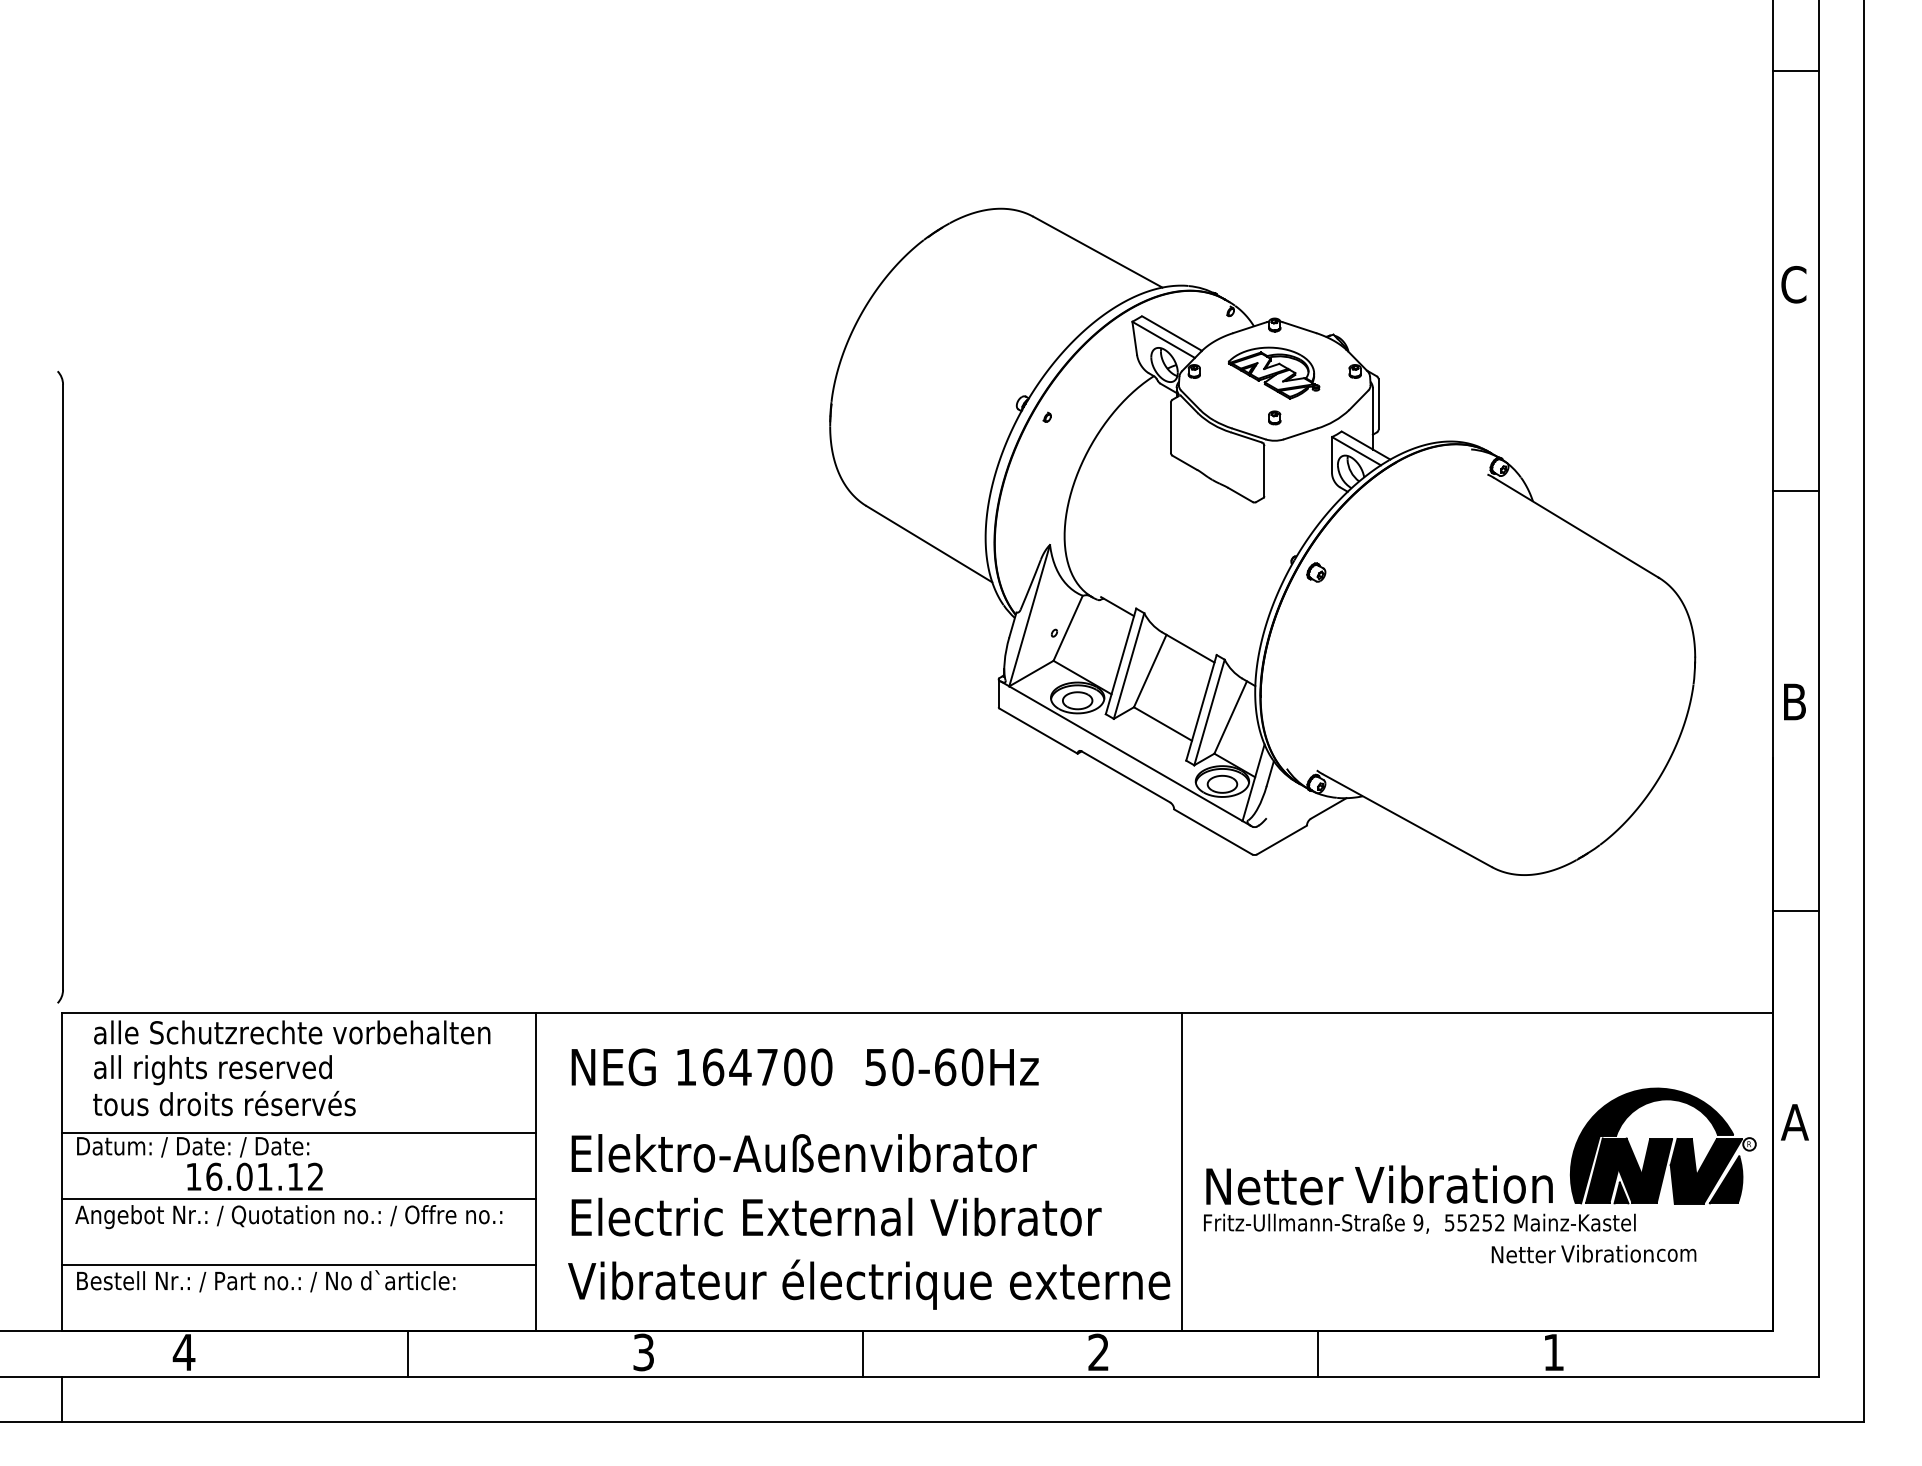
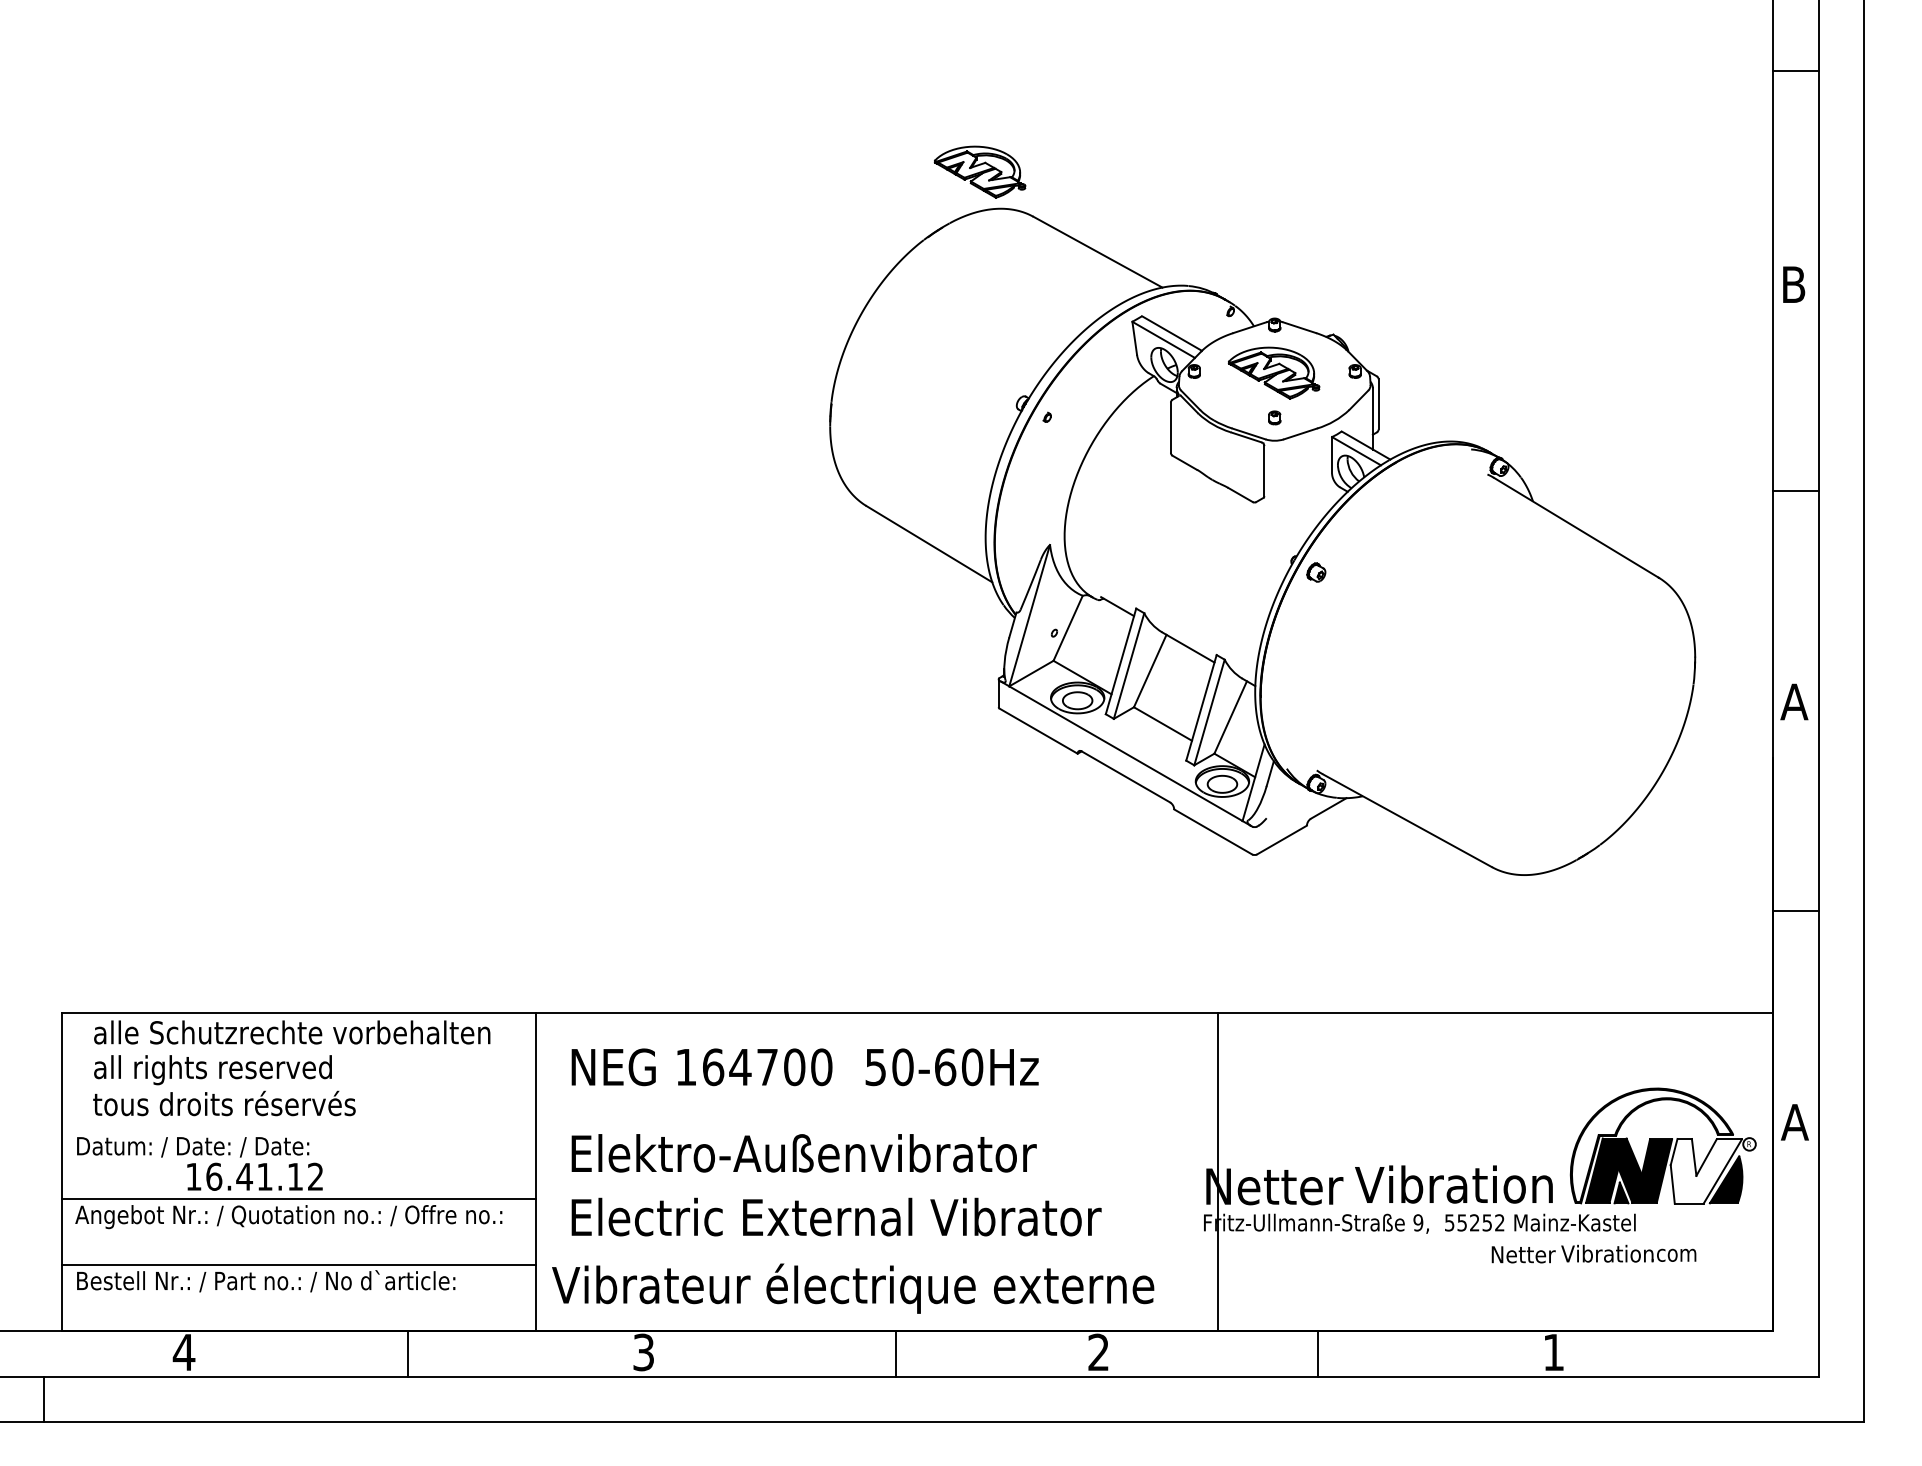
part at (979, 171): none -> present
text at (1793, 284): C -> B
part at (60, 686): present -> none
text at (1794, 701): B -> A
line at (298, 1133): present -> none
fill at (1651, 1145): present -> none
fill at (1705, 1170): present -> none
line at (1181, 1171) position: (1181, 1171) -> (1217, 1171)
text at (244, 1176): 16.01.12 -> 16.41.12
text at (869, 1284) position: (869, 1284) -> (853, 1288)
line at (863, 1353) position: (863, 1353) -> (896, 1353)
line at (62, 1399) position: (62, 1399) -> (44, 1399)
